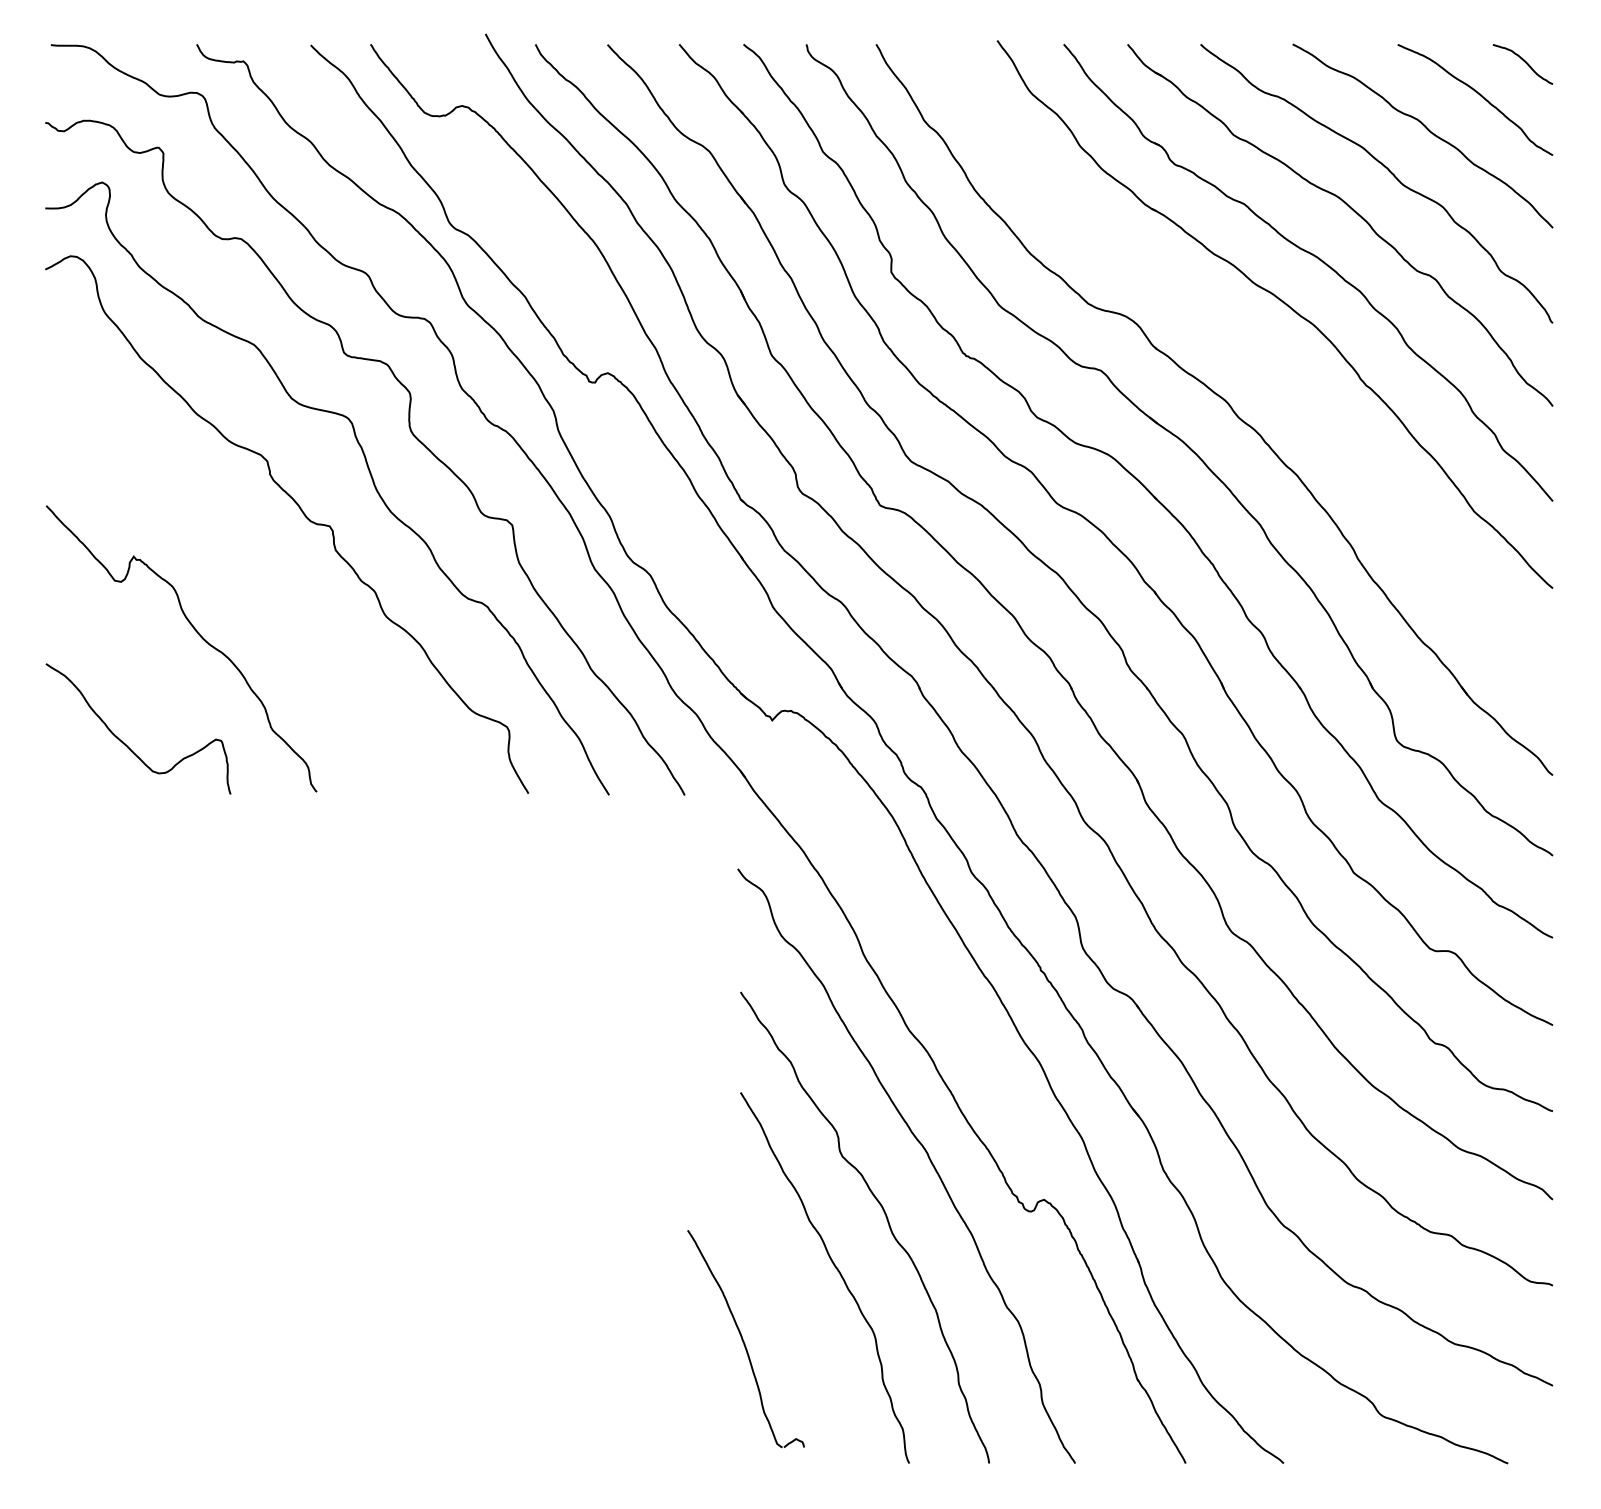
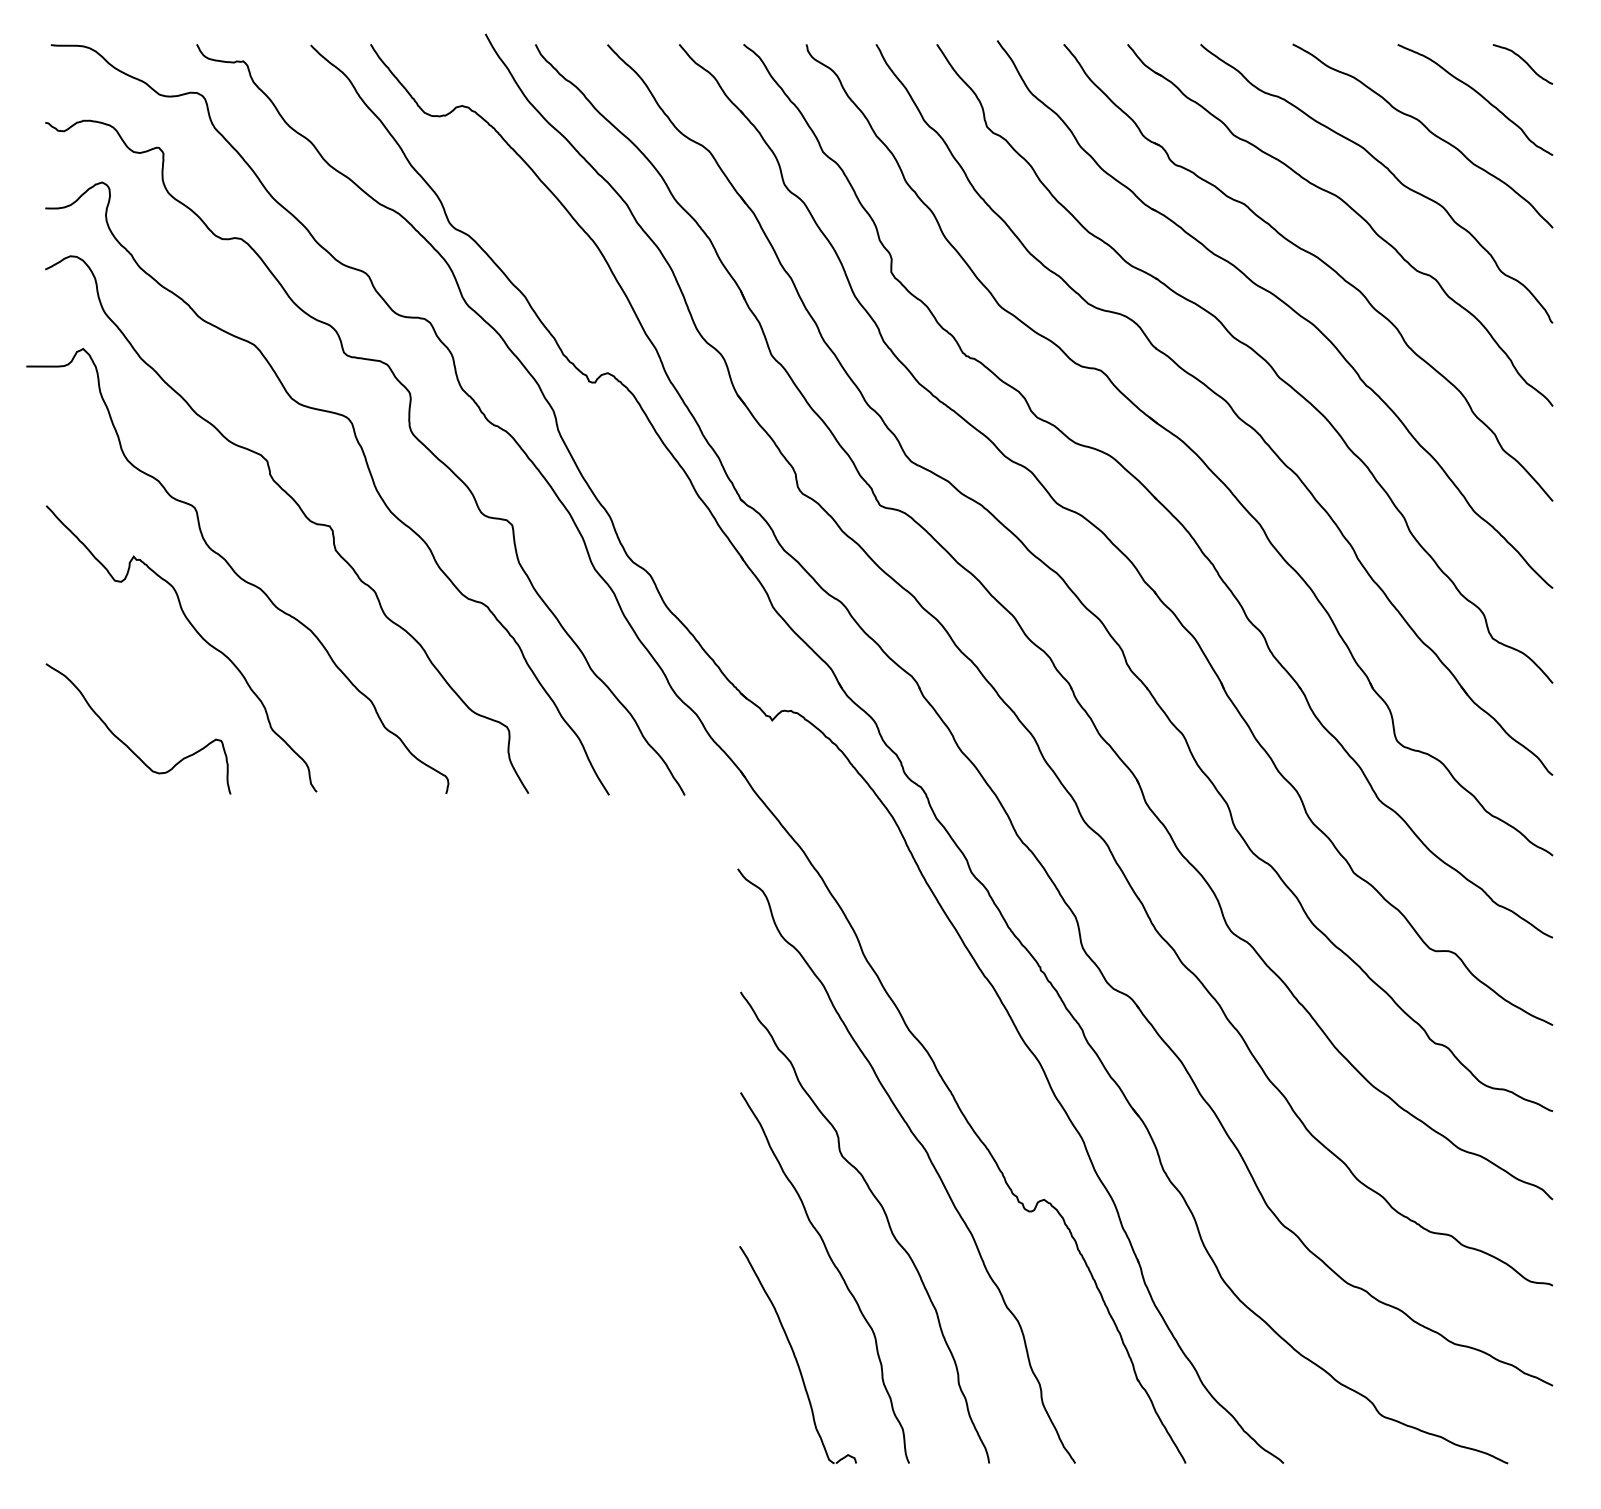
part at (1254, 352): none -> present
curve at (235, 571): none -> present
part at (745, 1339) position: (745, 1339) -> (797, 1355)
